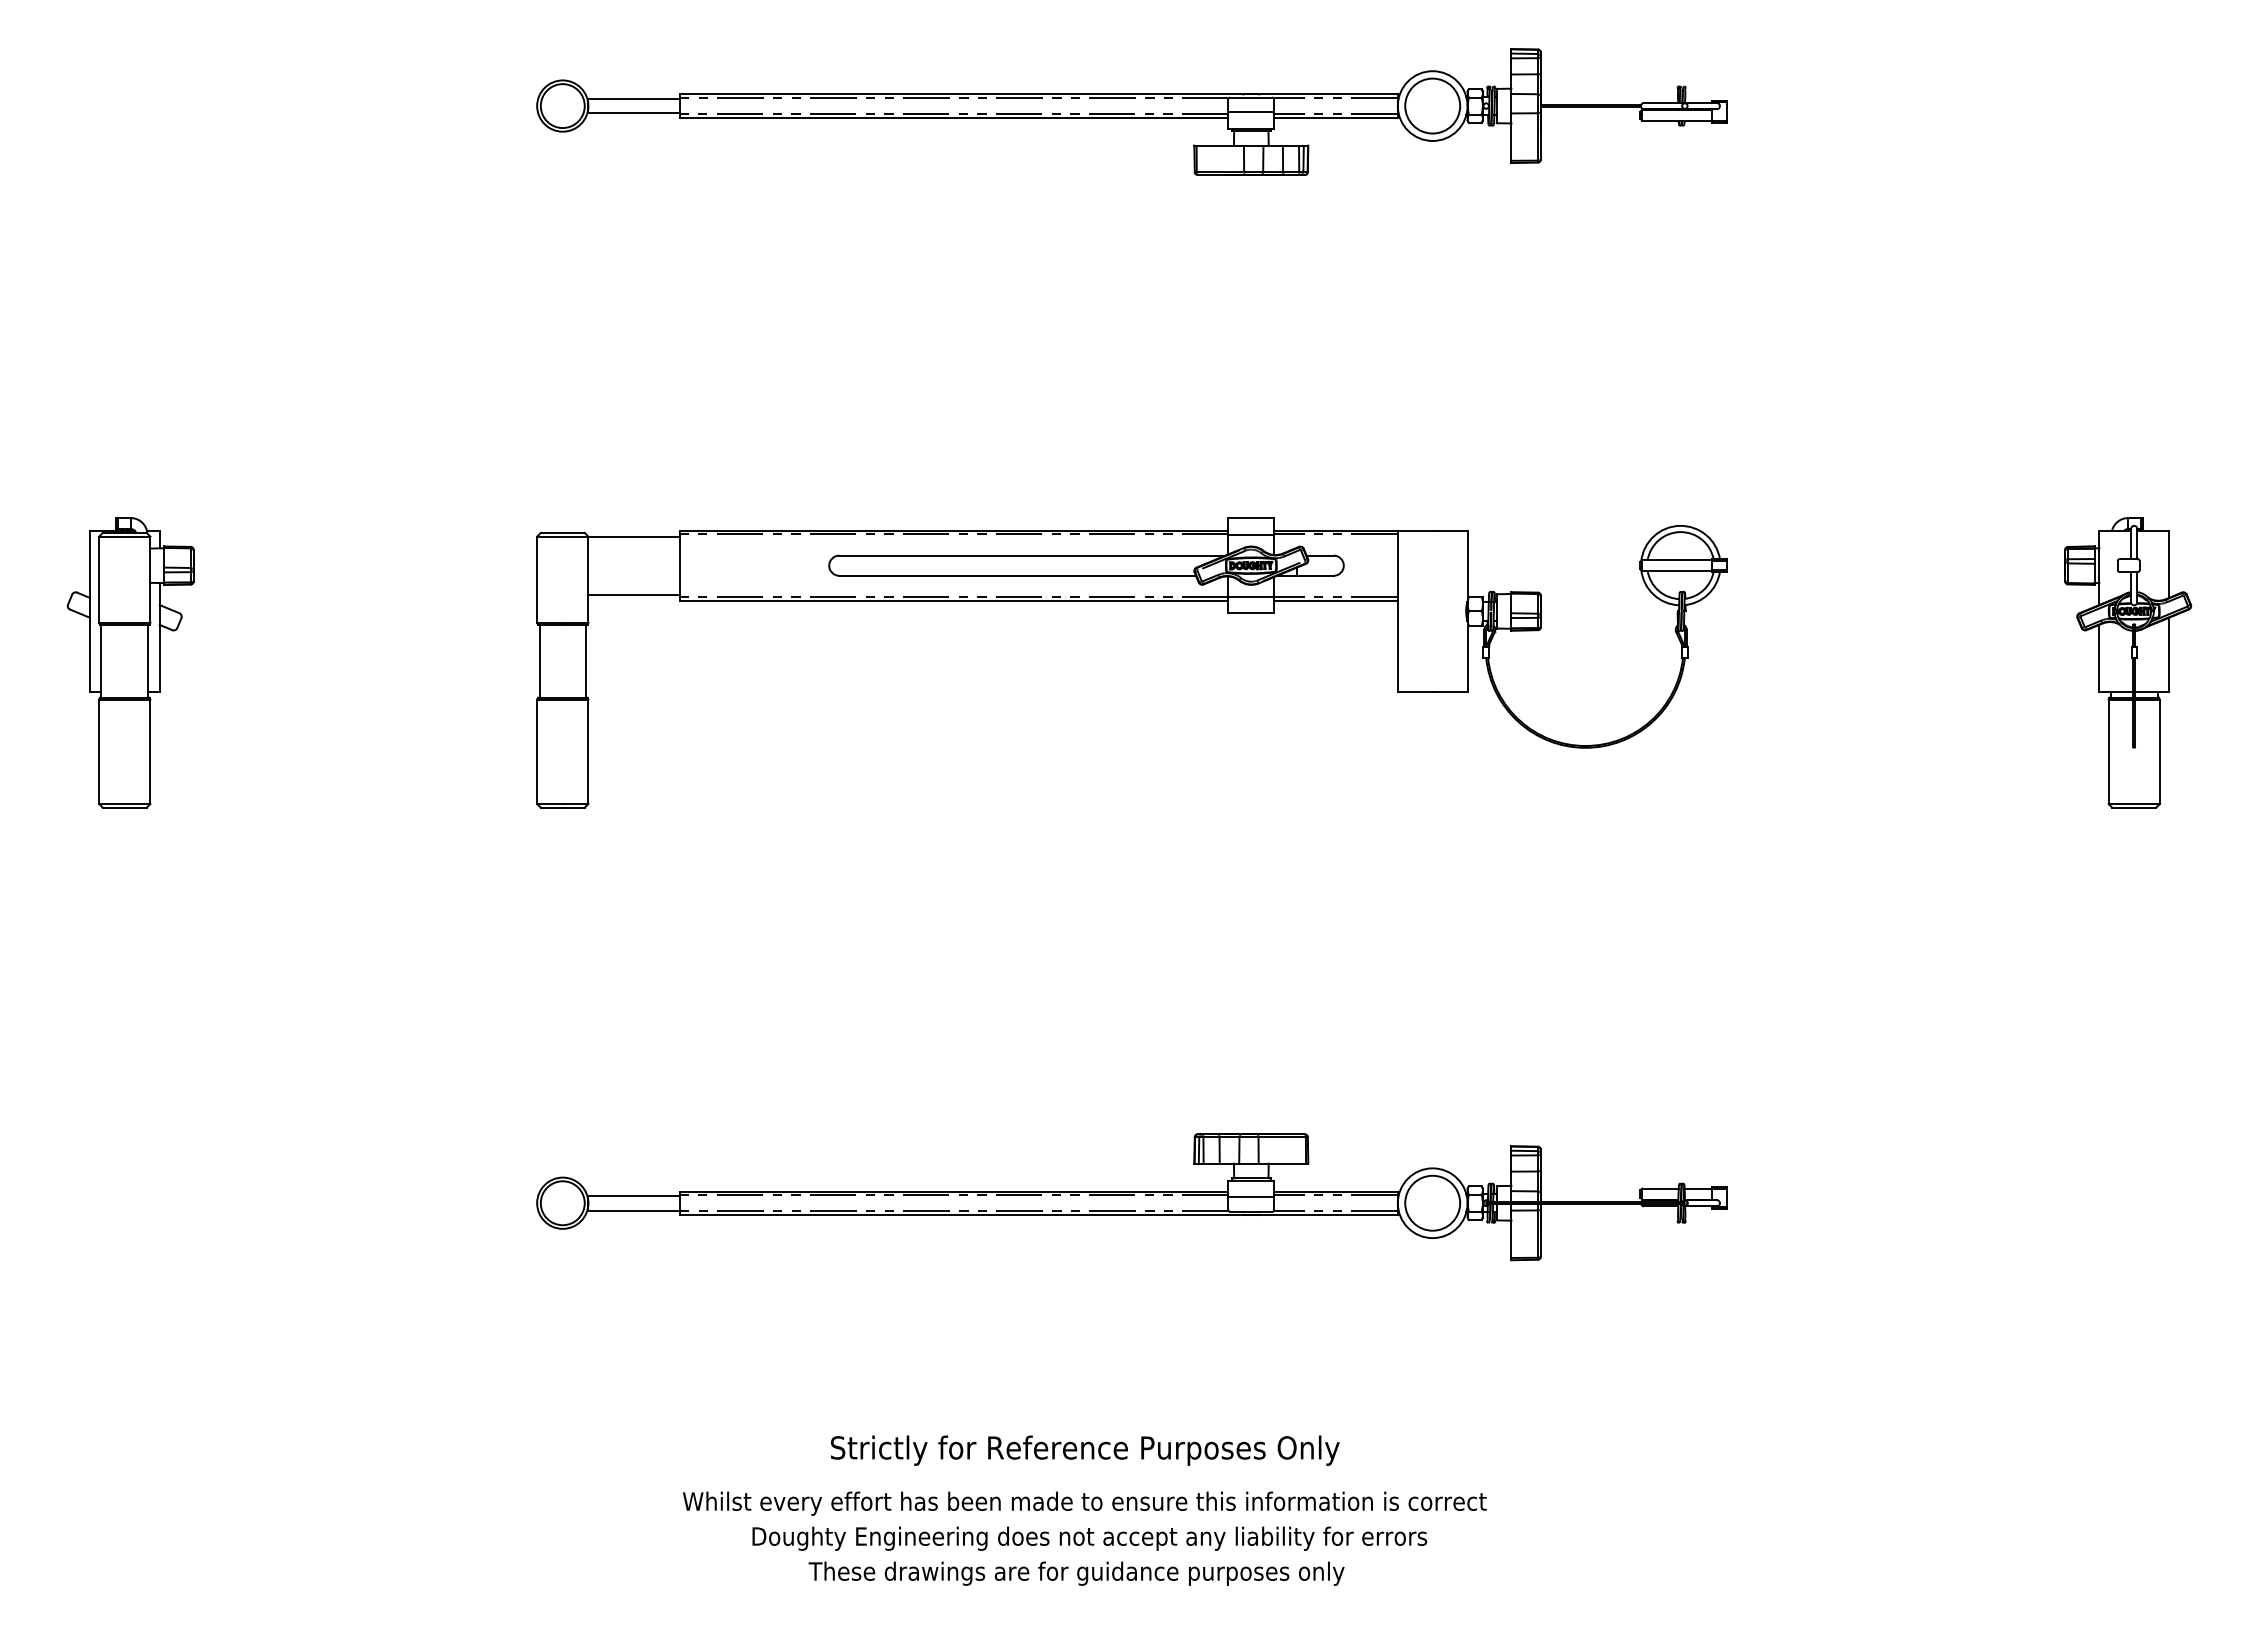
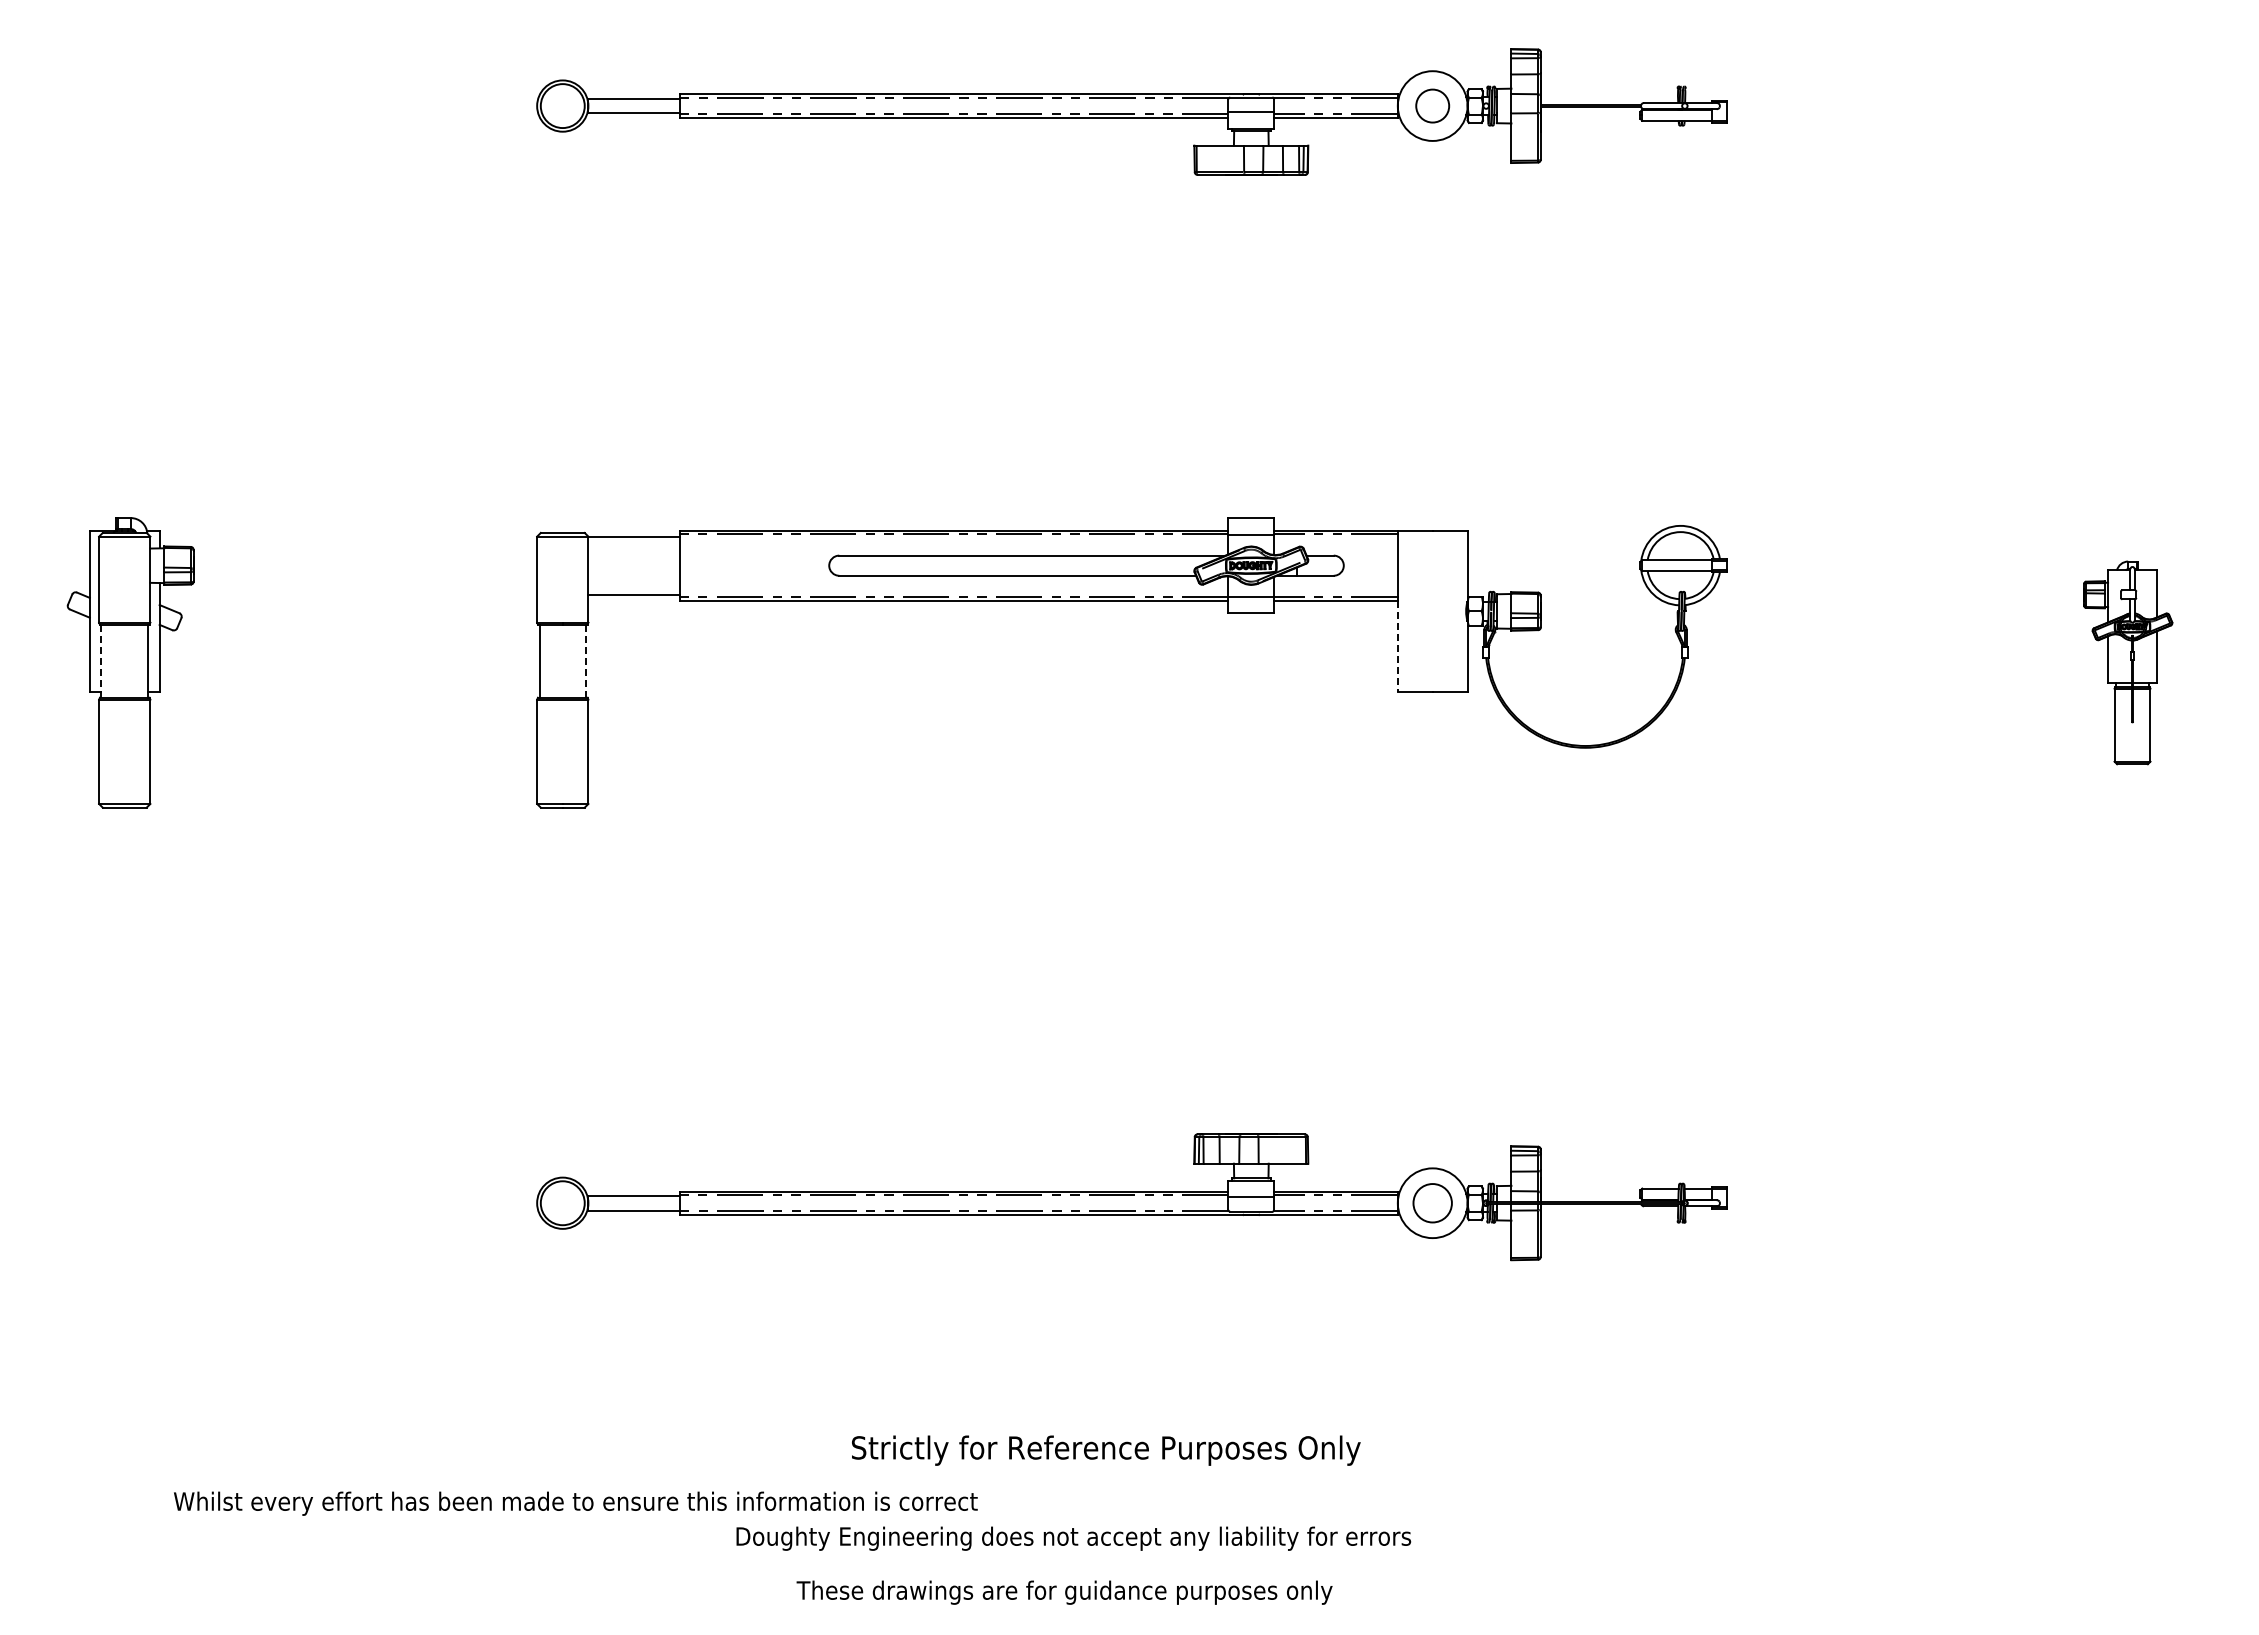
circle at (1432, 105) diameter: 55 px -> 33 px
line at (1397, 646): solid -> dashed
line at (101, 661): solid -> dashed
line at (586, 661): solid -> dashed
part at (2128, 662) size: 129x292 px -> 91x206 px
circle at (1432, 1202) diameter: 55 px -> 38 px
text at (1085, 1450) position: (1085, 1450) -> (1106, 1450)
text at (1084, 1503) position: (1084, 1503) -> (575, 1503)
text at (1089, 1538) position: (1089, 1538) -> (1073, 1538)
text at (1076, 1573) position: (1076, 1573) -> (1064, 1592)
